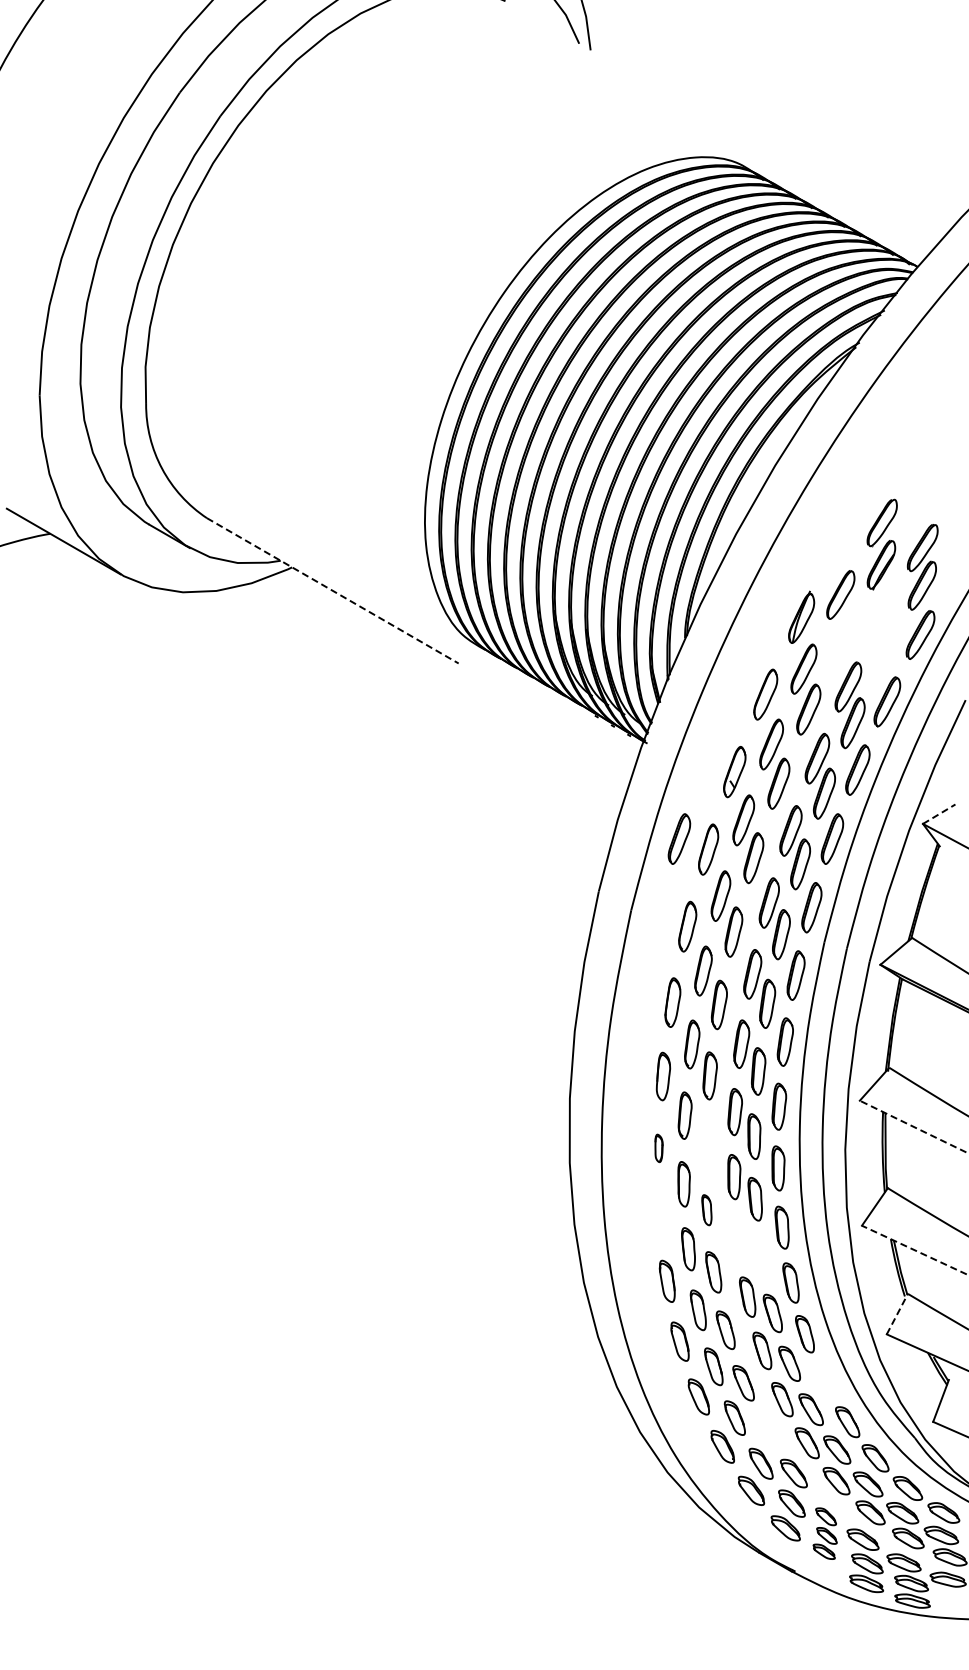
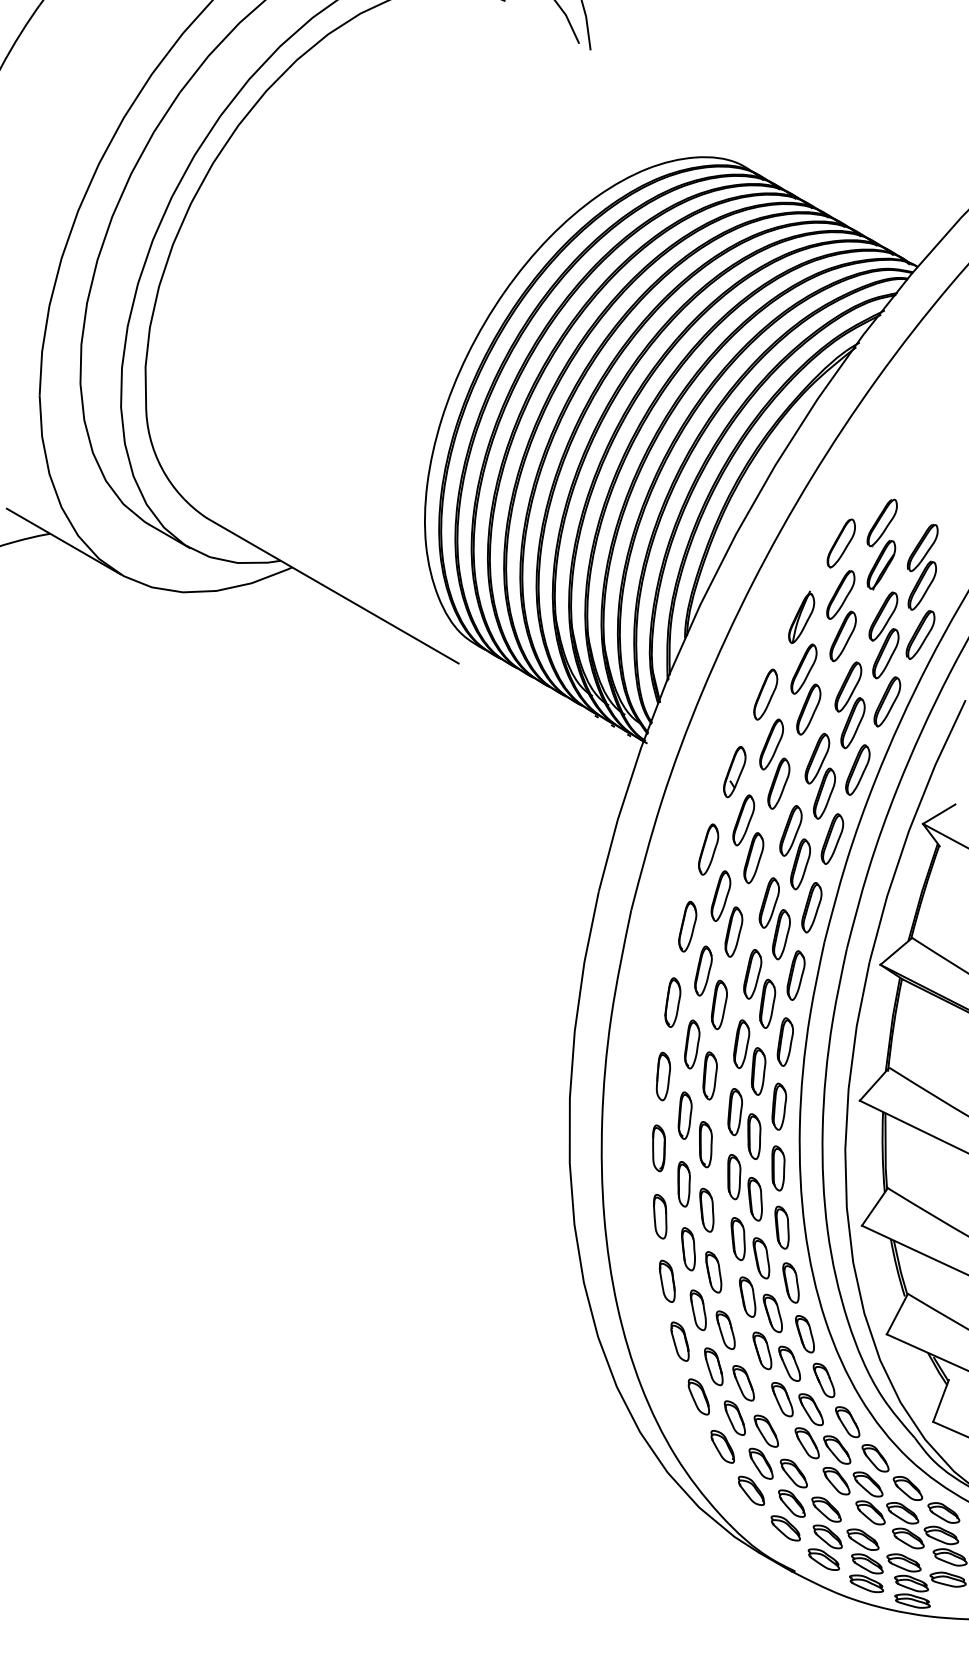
part at (840, 543): none -> present
line at (333, 591): dashed -> solid
part at (883, 635): none -> present
part at (842, 636): none -> present
line at (939, 814): dashed -> solid
part at (679, 838): present -> none
line at (913, 1126): dashed -> solid
part at (705, 1144): none -> present
part at (658, 1148) size: 10x31 px -> 14x49 px
part at (706, 1210) size: 12x33 px -> 16x46 px
part at (660, 1216): none -> present
part at (750, 1248): none -> present
line at (915, 1250): dashed -> solid
line at (897, 1314): dashed -> solid
part at (823, 1380): none -> present
part at (765, 1430): none -> present
part at (824, 1533) size: 26x53 px -> 36x75 px
